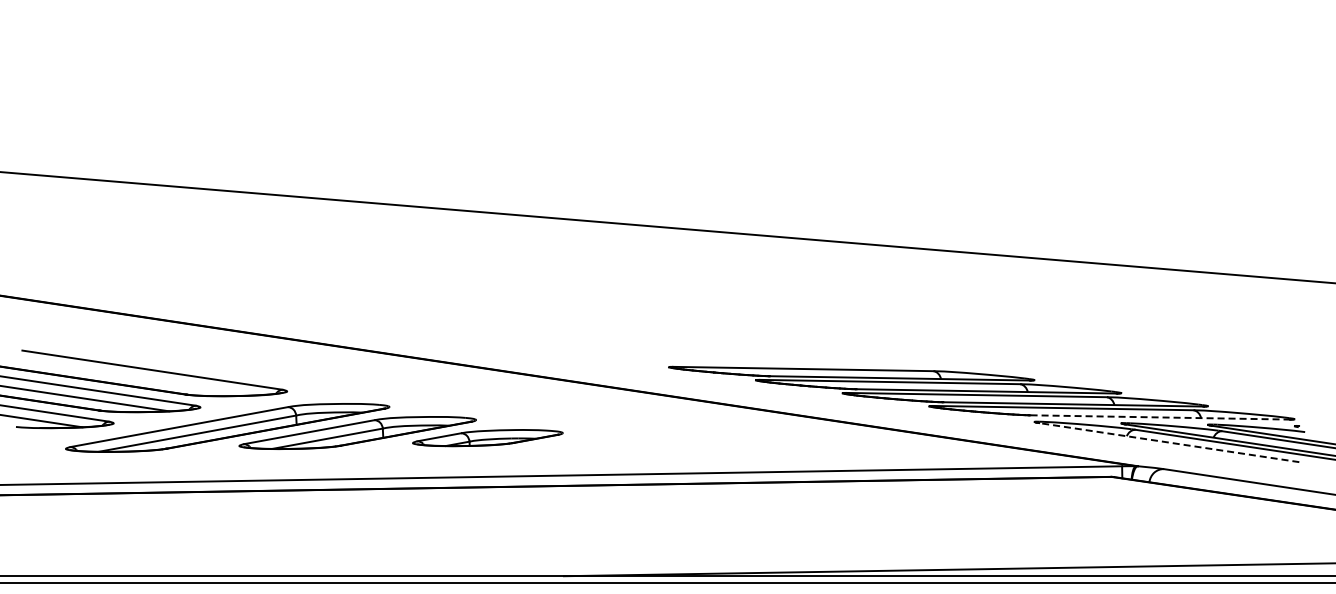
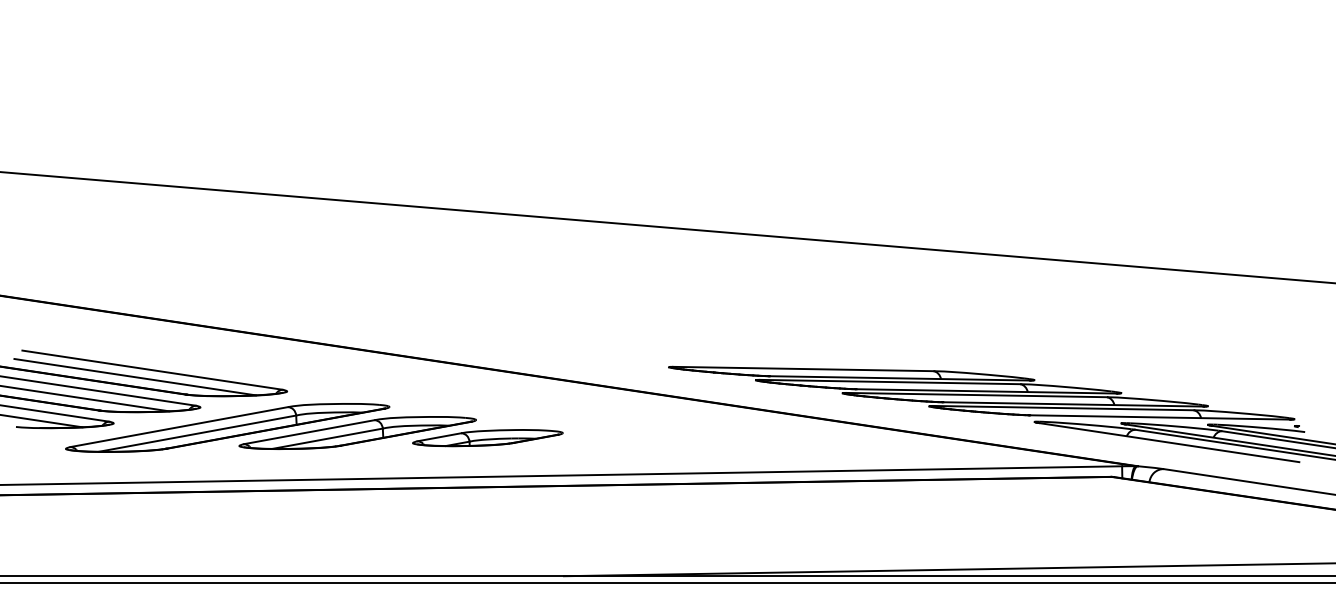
line at (134, 376): none -> present
line at (1160, 417): dashed -> solid
line at (1168, 442): dashed -> solid
